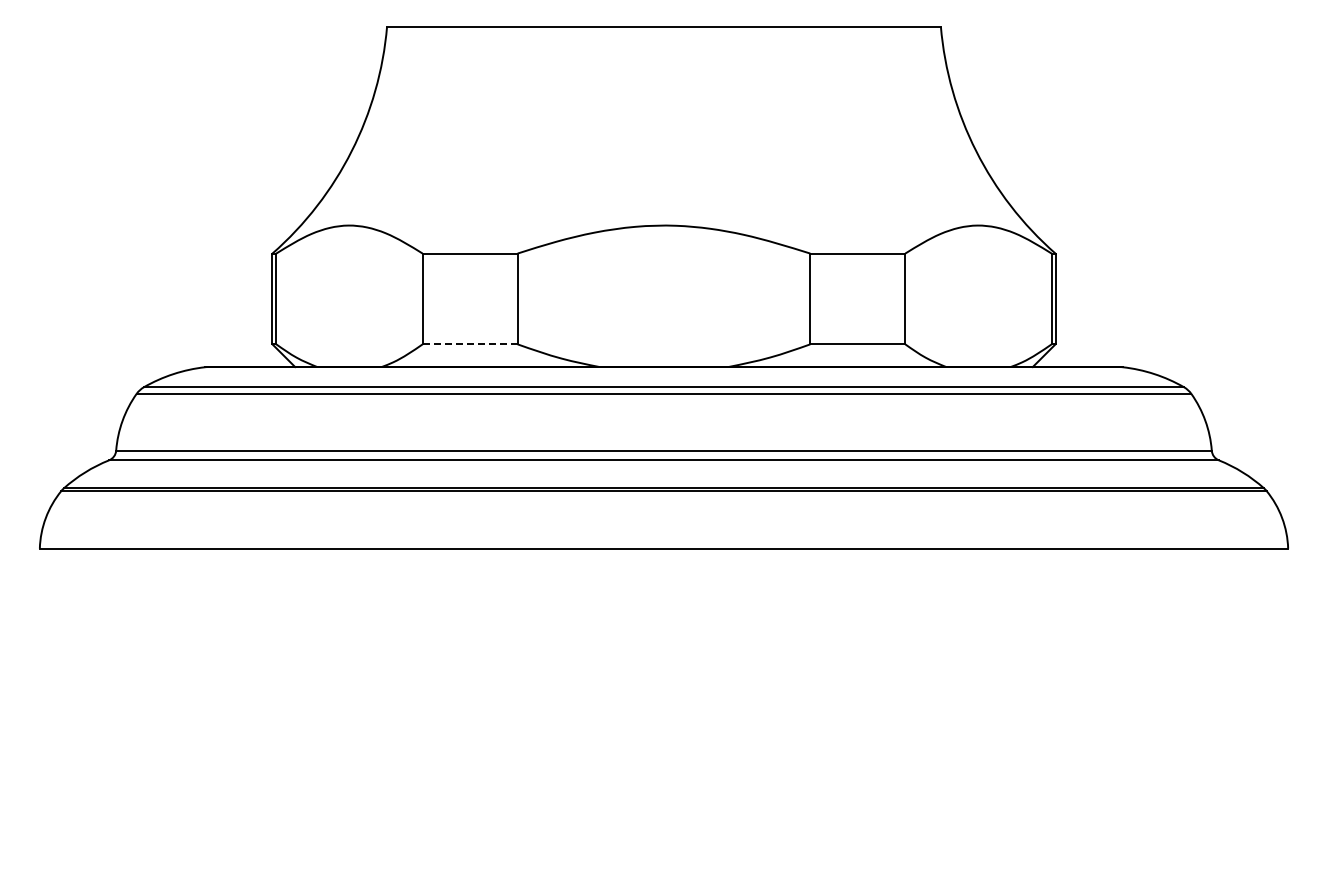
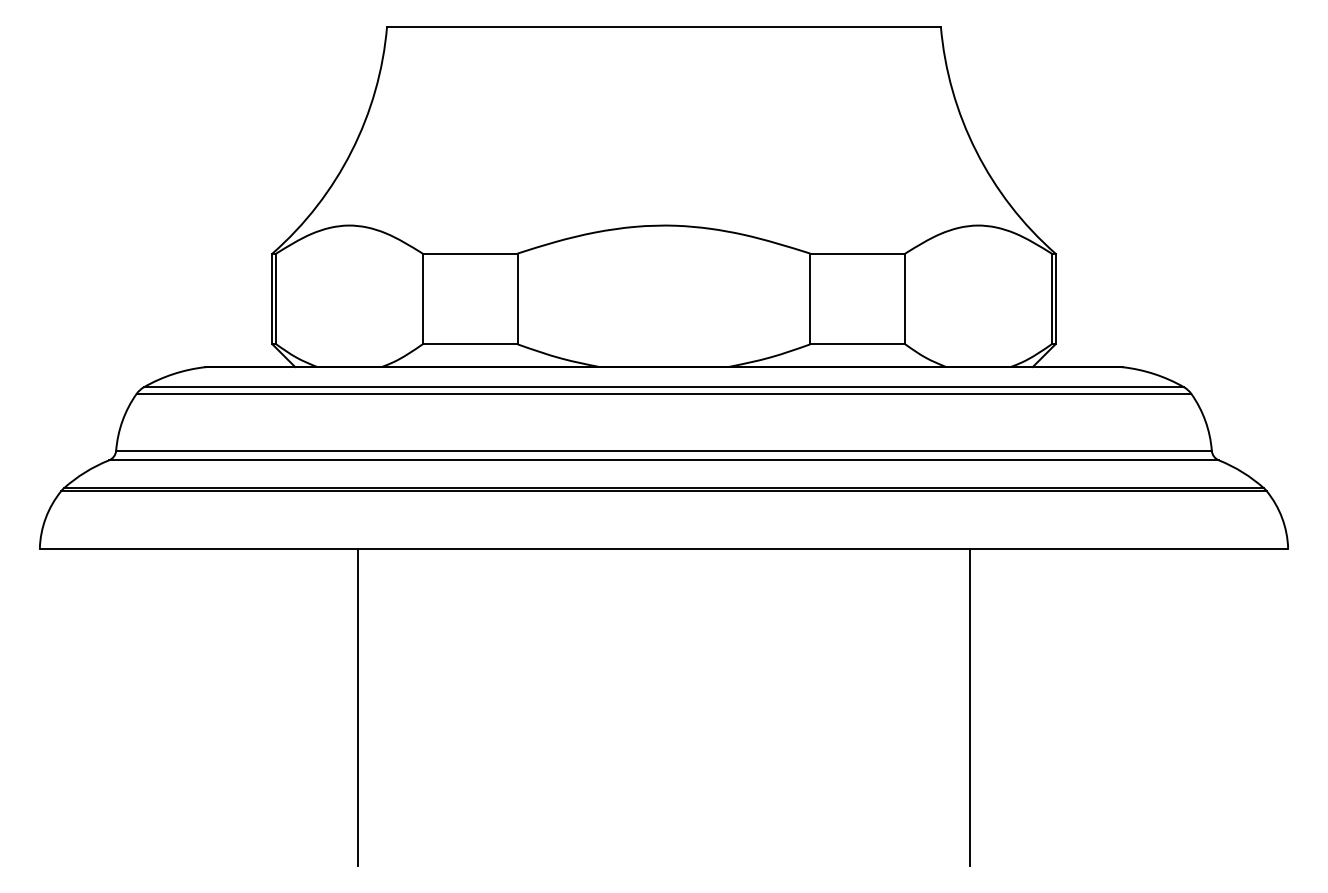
line at (470, 344): dashed -> solid
line at (357, 707): none -> present
line at (970, 707): none -> present
